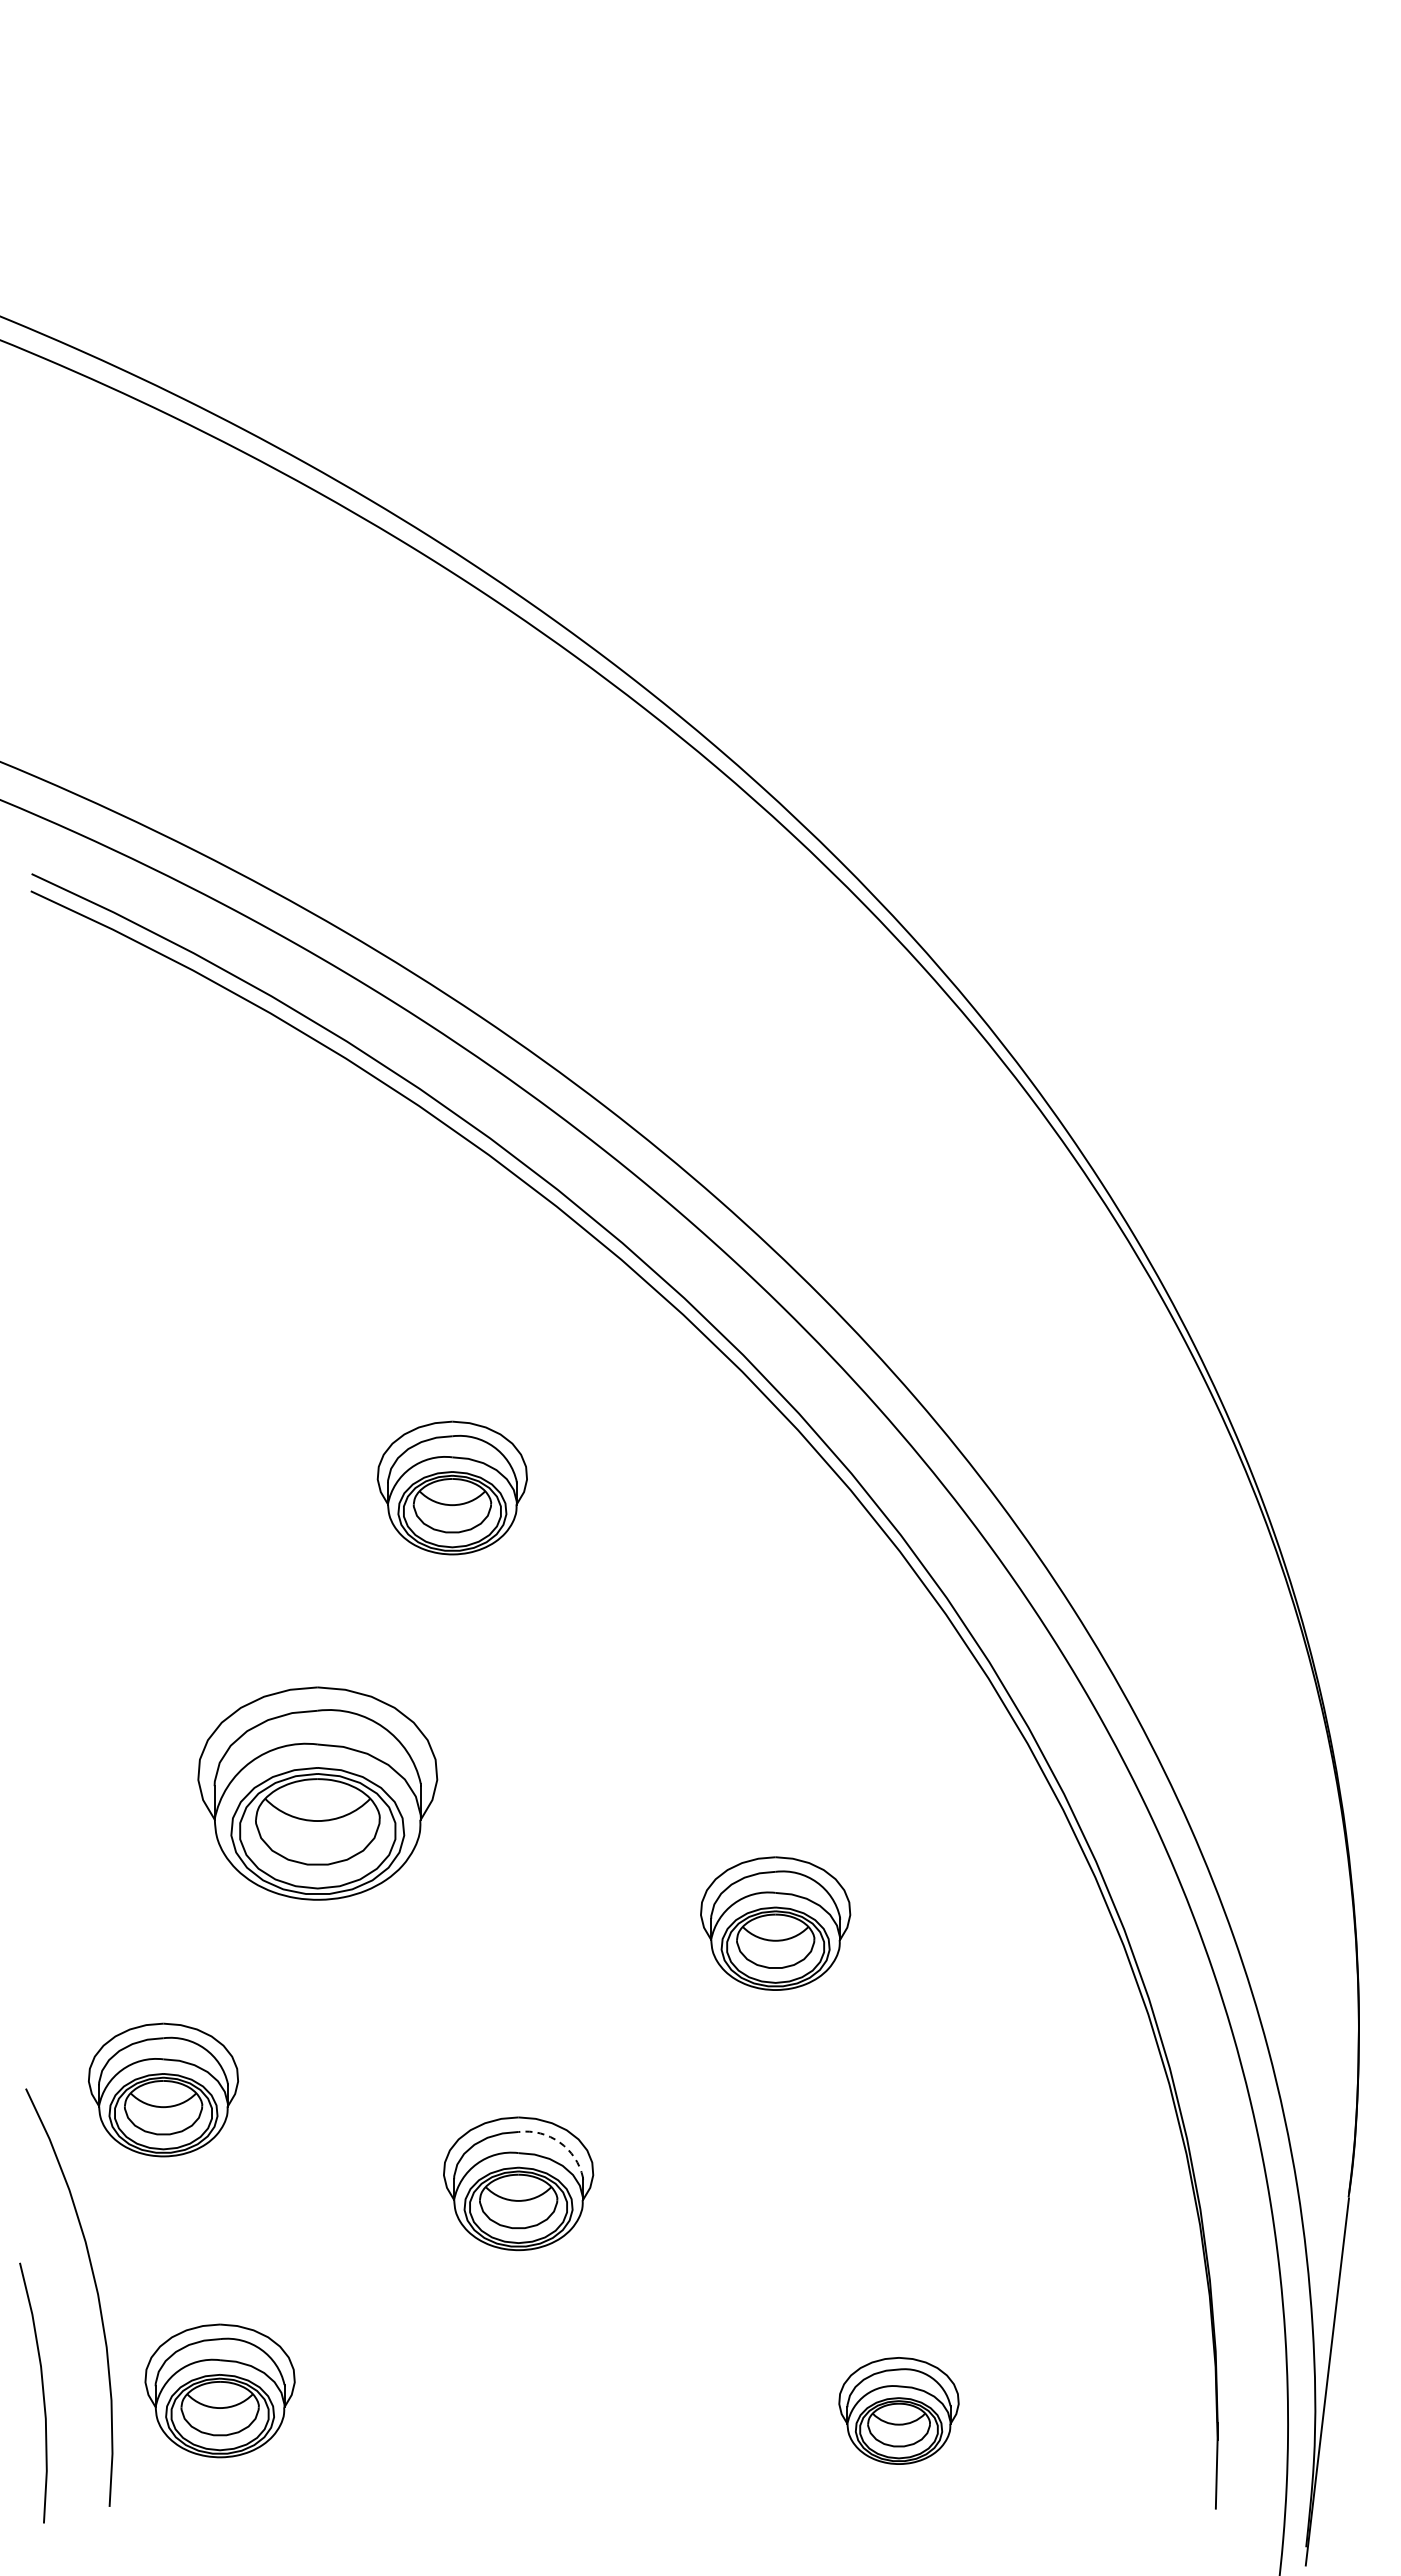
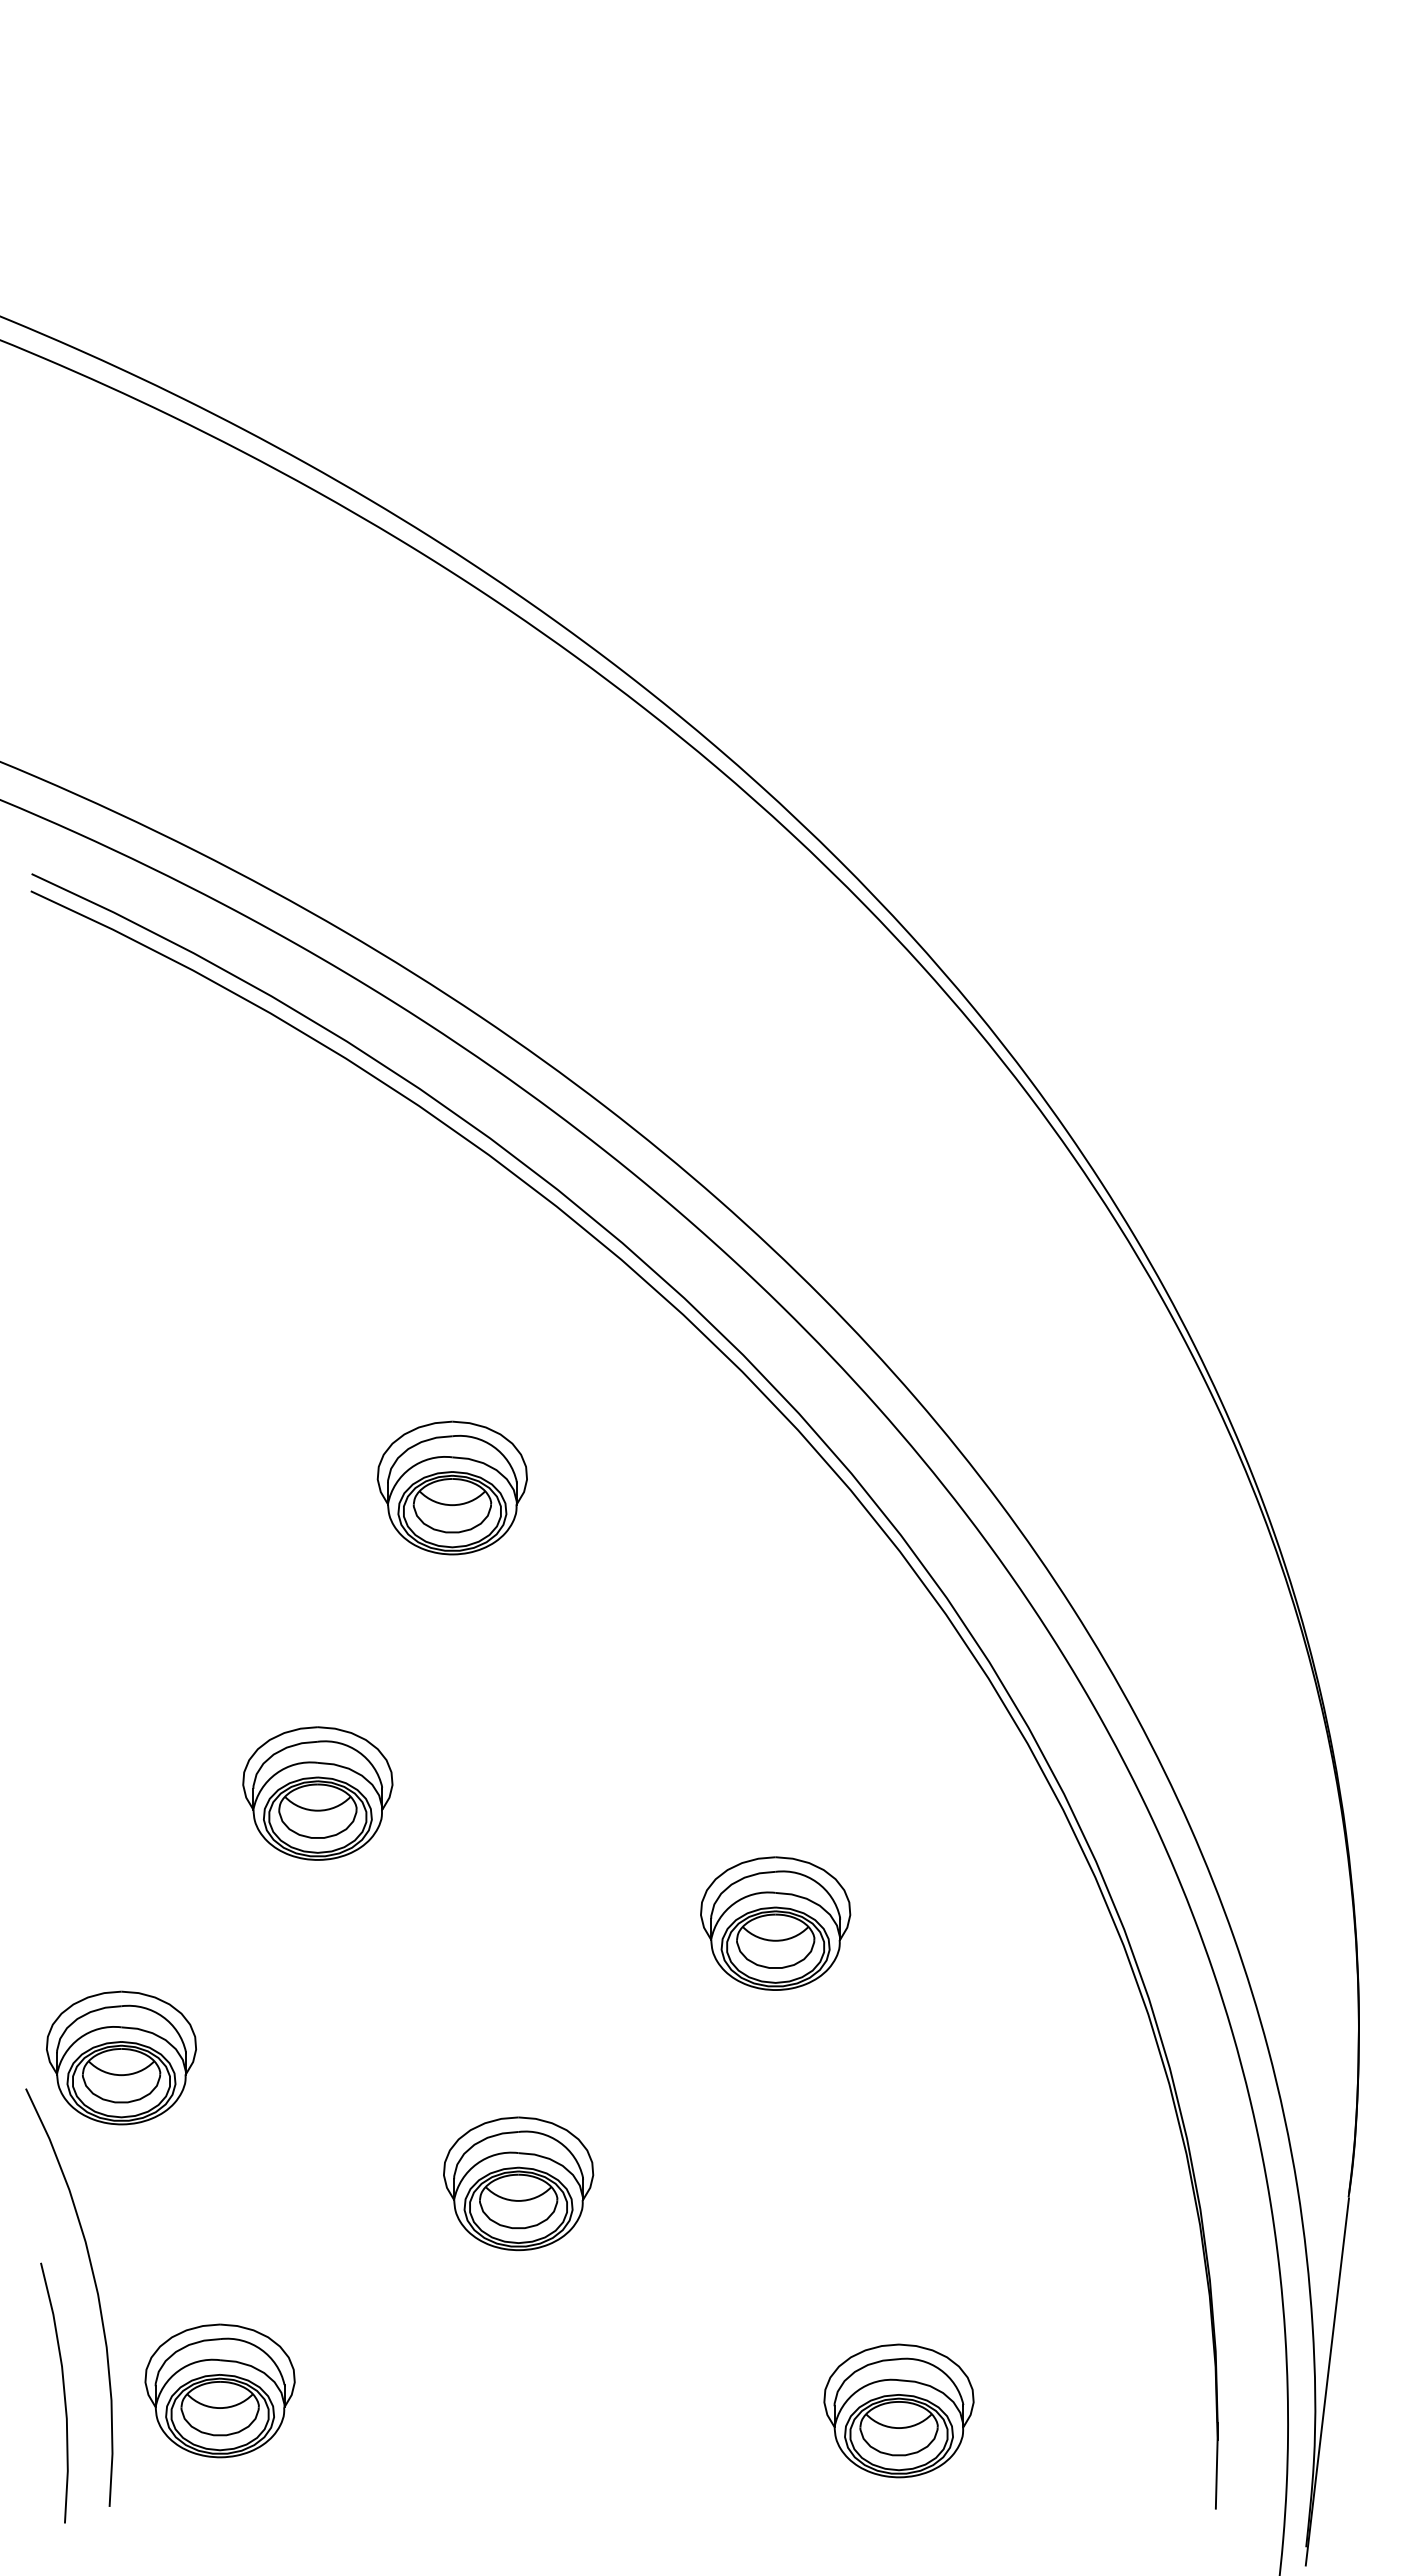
part at (317, 1793) size: 242x215 px -> 152x135 px
part at (163, 2089) position: (163, 2089) -> (121, 2057)
arc at (559, 2142): dashed -> solid
curve at (42, 2392) position: (42, 2392) -> (63, 2392)
part at (898, 2410) size: 122x108 px -> 152x136 px
